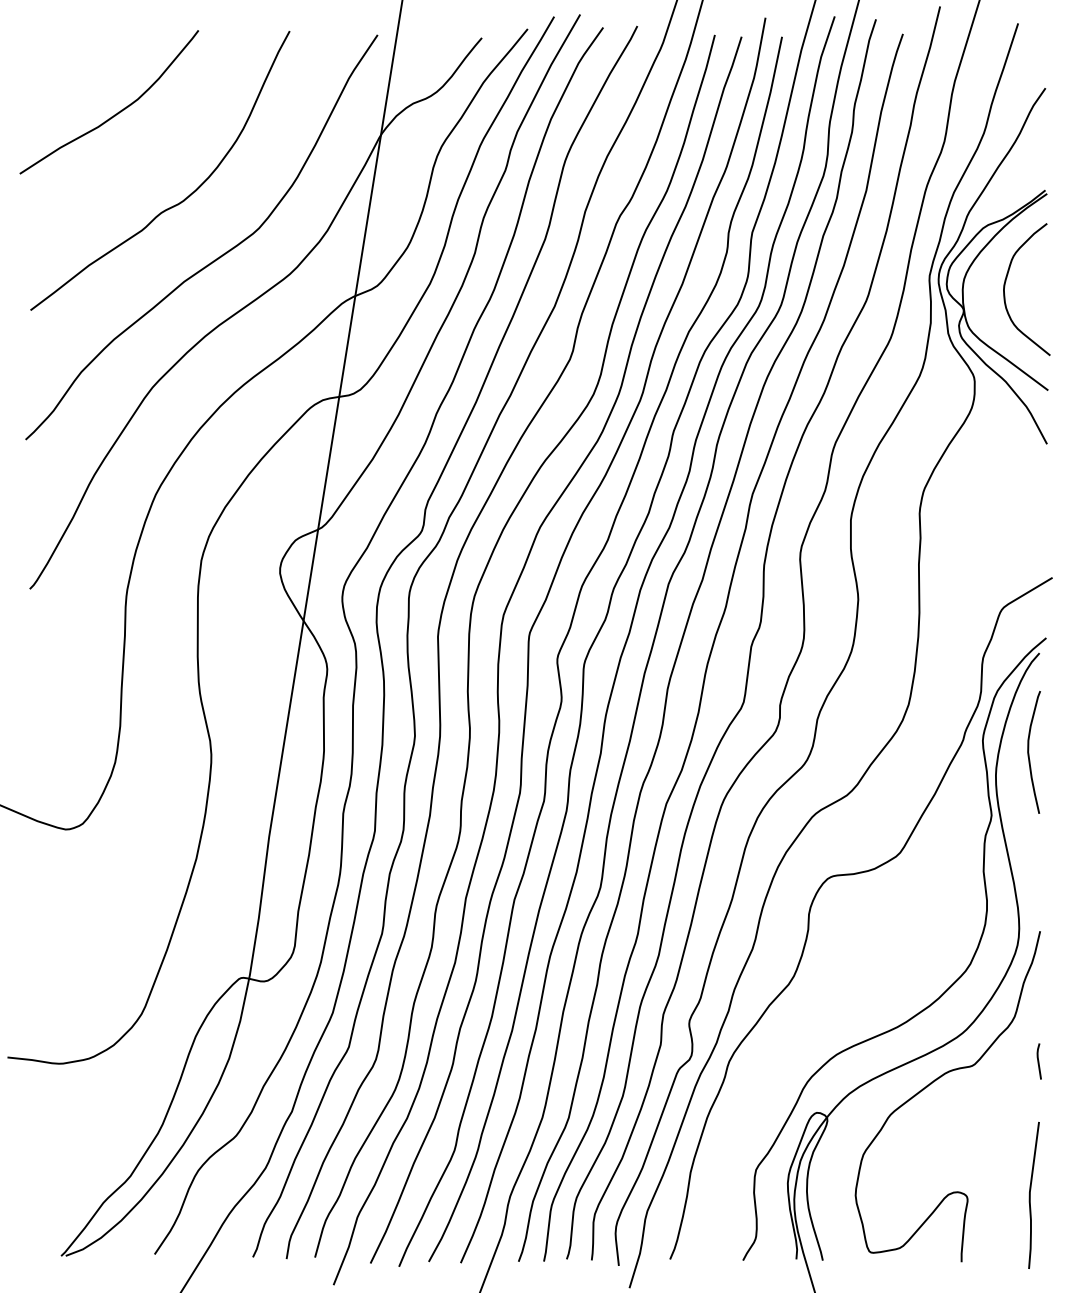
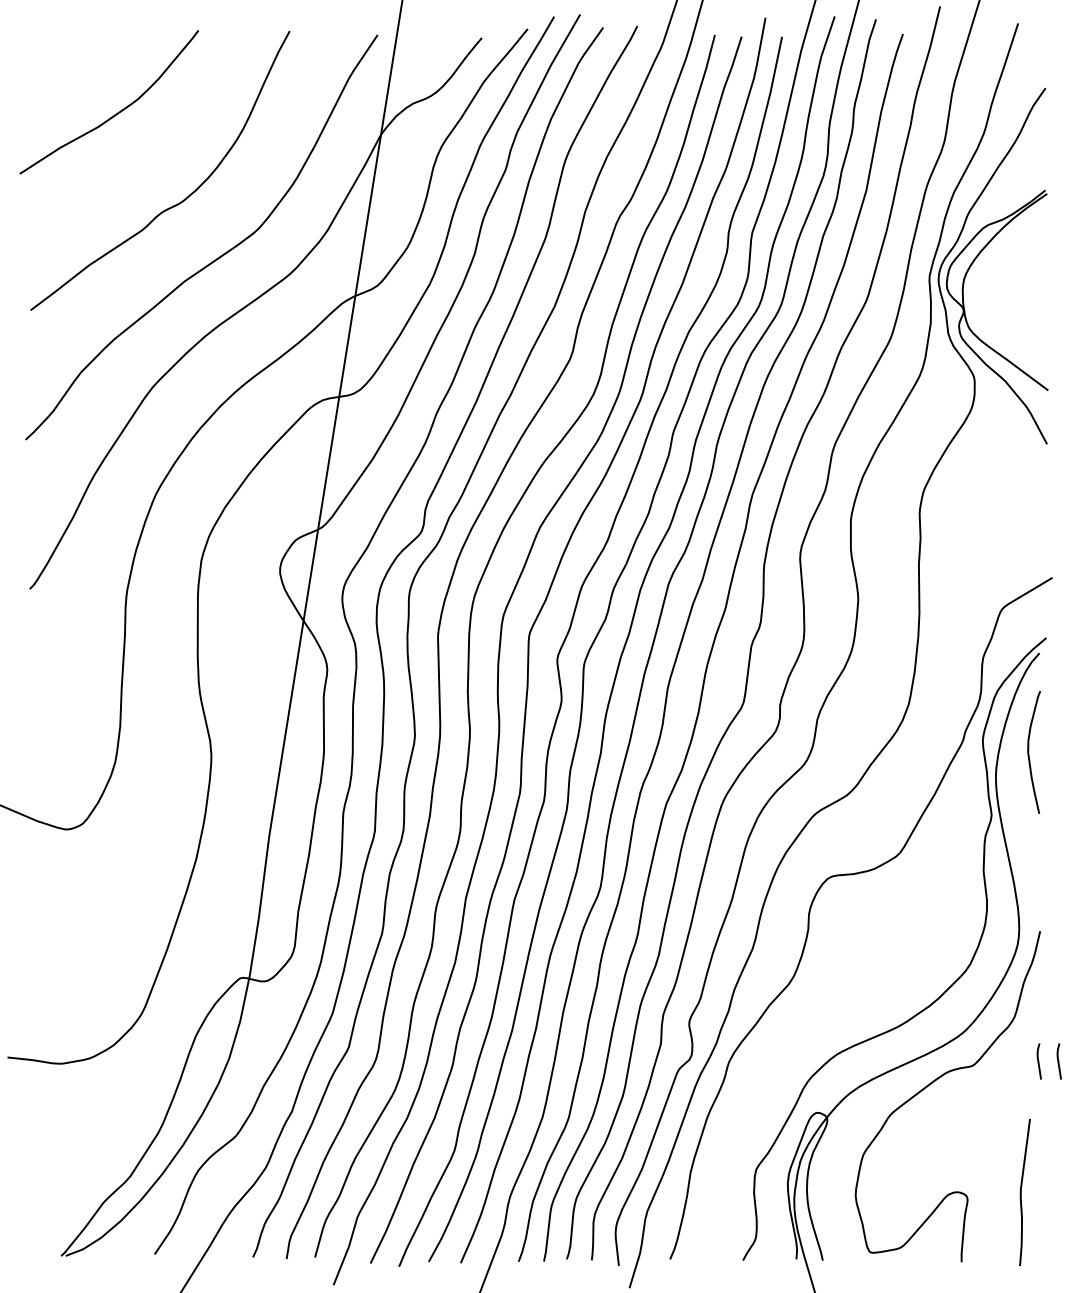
curve at (1005, 286): present -> none
line at (1058, 1061): none -> present
curve at (1030, 1195) position: (1030, 1195) -> (1021, 1192)
